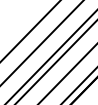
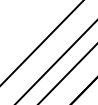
line at (30, 31): present -> none
line at (51, 56): present -> none
line at (78, 85): present -> none
